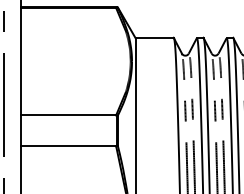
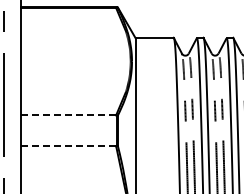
line at (68, 115): solid -> dashed
line at (68, 146): solid -> dashed
